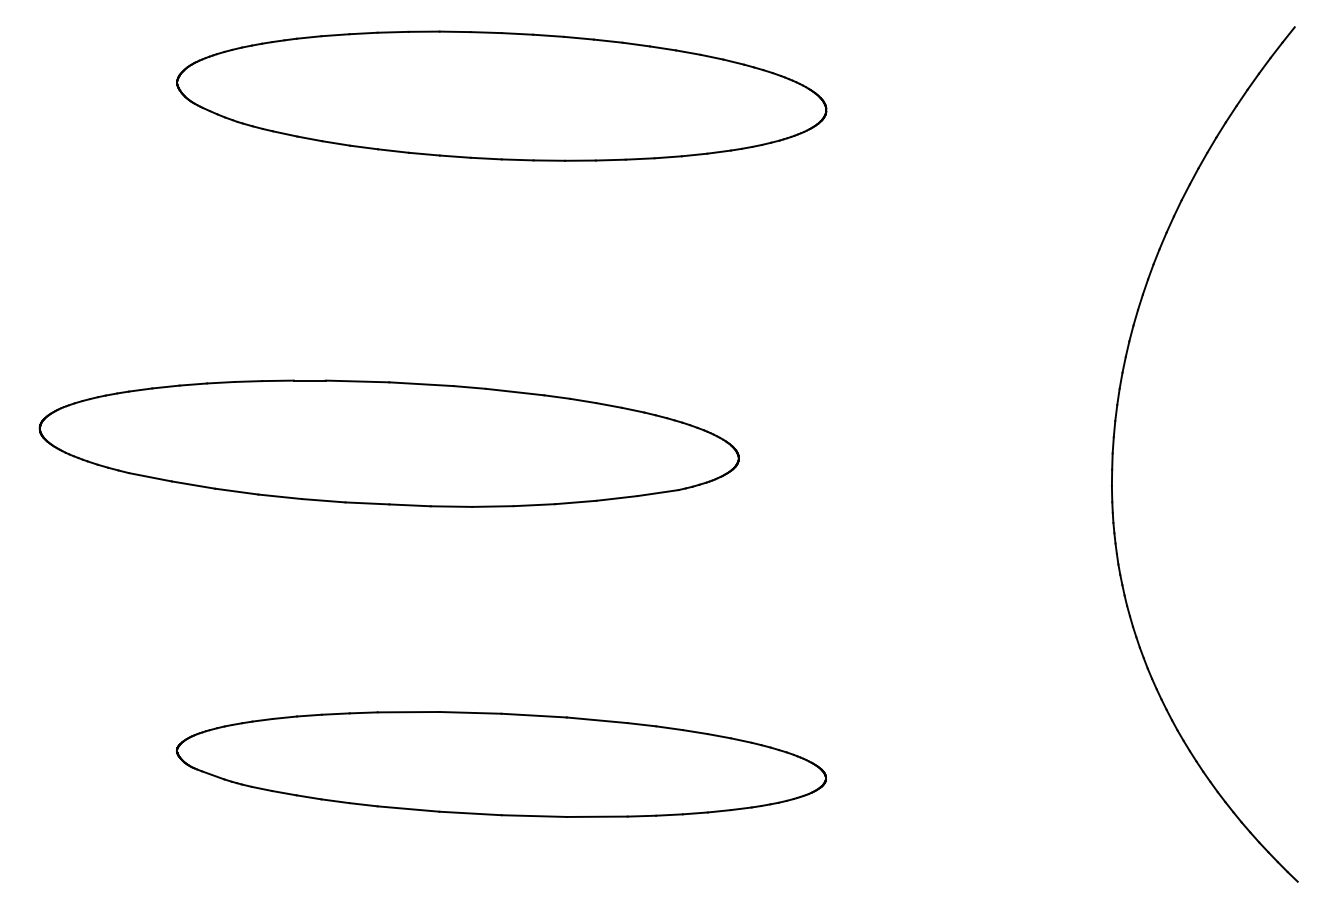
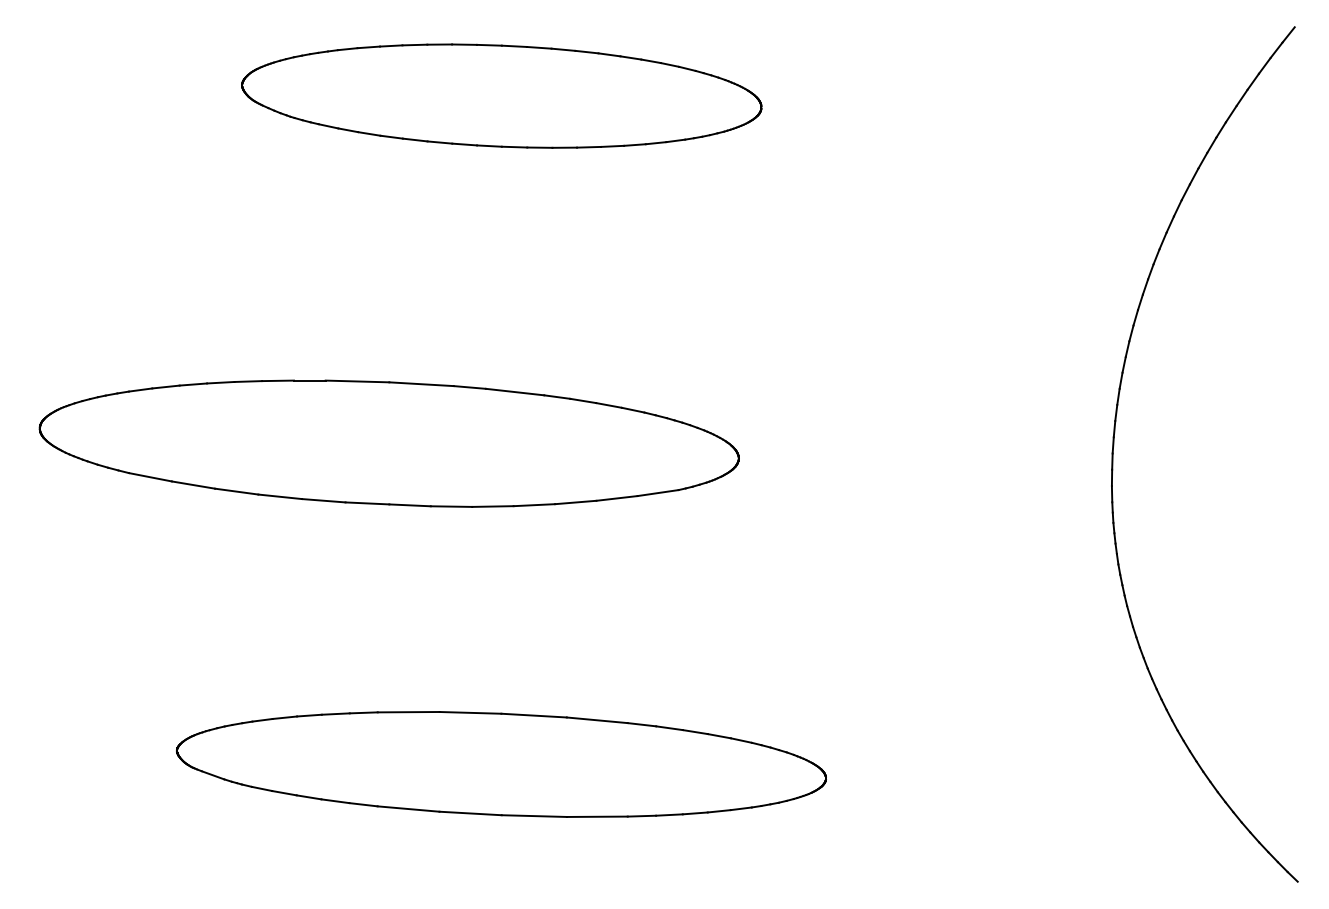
part at (501, 95) size: 652x132 px -> 522x106 px
